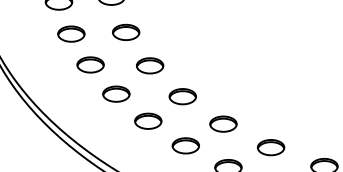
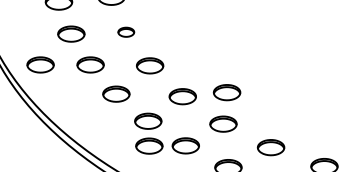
part at (126, 31) size: 29x18 px -> 19x12 px
part at (40, 64): none -> present
part at (226, 92): none -> present
part at (149, 145): none -> present
